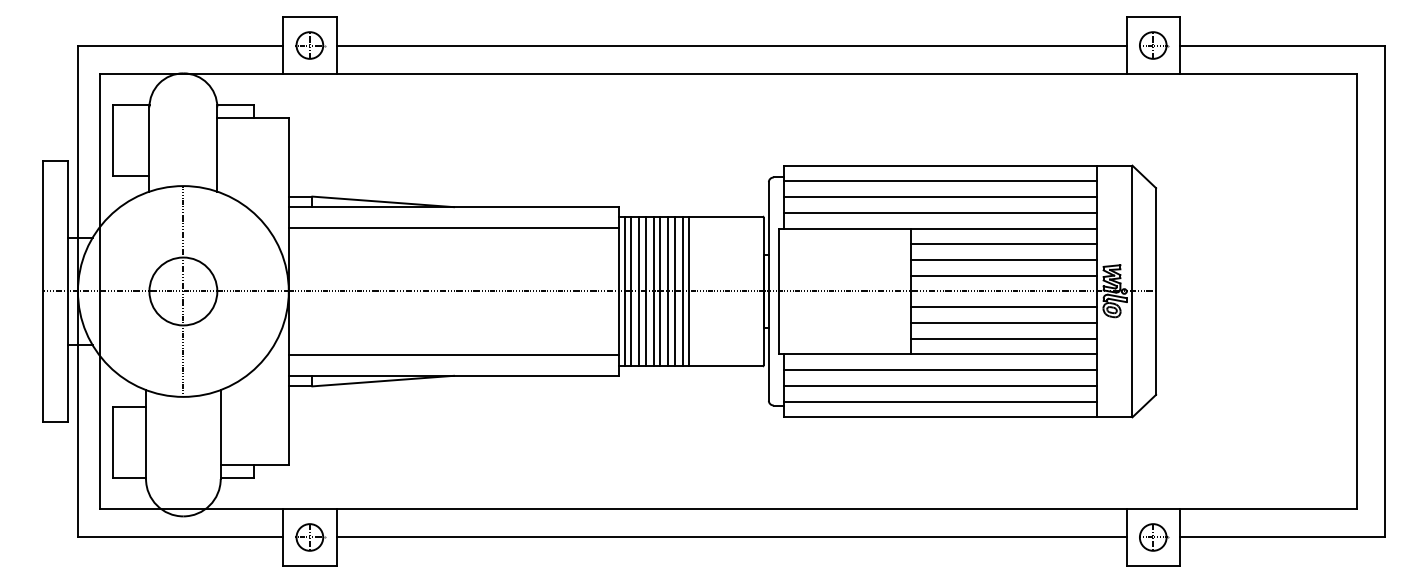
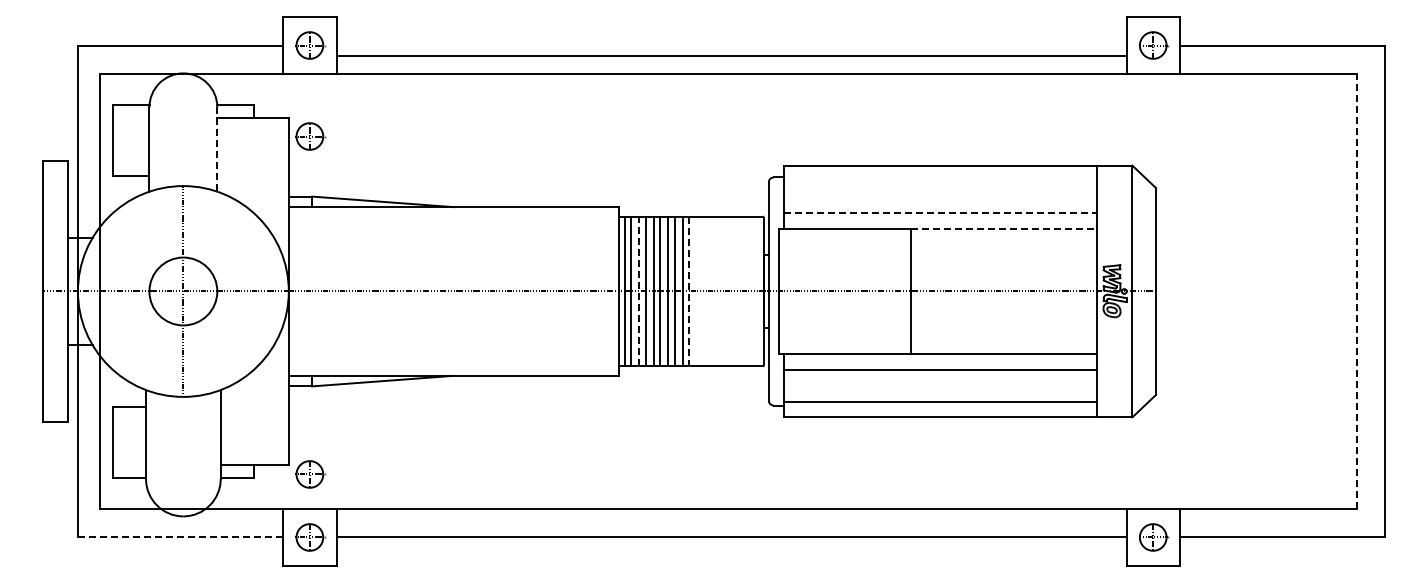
line at (731, 45) position: (731, 45) -> (731, 55)
part at (310, 136): none -> present
line at (217, 150): solid -> dashed
line at (940, 181): present -> none
line at (940, 197): present -> none
line at (940, 212): solid -> dashed
line at (453, 228): present -> none
line at (1004, 228): solid -> dashed
line at (1004, 244): present -> none
line at (1004, 260): present -> none
line at (1004, 275): present -> none
line at (639, 291): solid -> dashed
line at (689, 291): solid -> dashed
line at (1357, 291): solid -> dashed
line at (1004, 307): present -> none
line at (1004, 322): present -> none
line at (1004, 338): present -> none
line at (453, 354): present -> none
line at (940, 385): present -> none
part at (310, 474): none -> present
line at (180, 537): solid -> dashed
